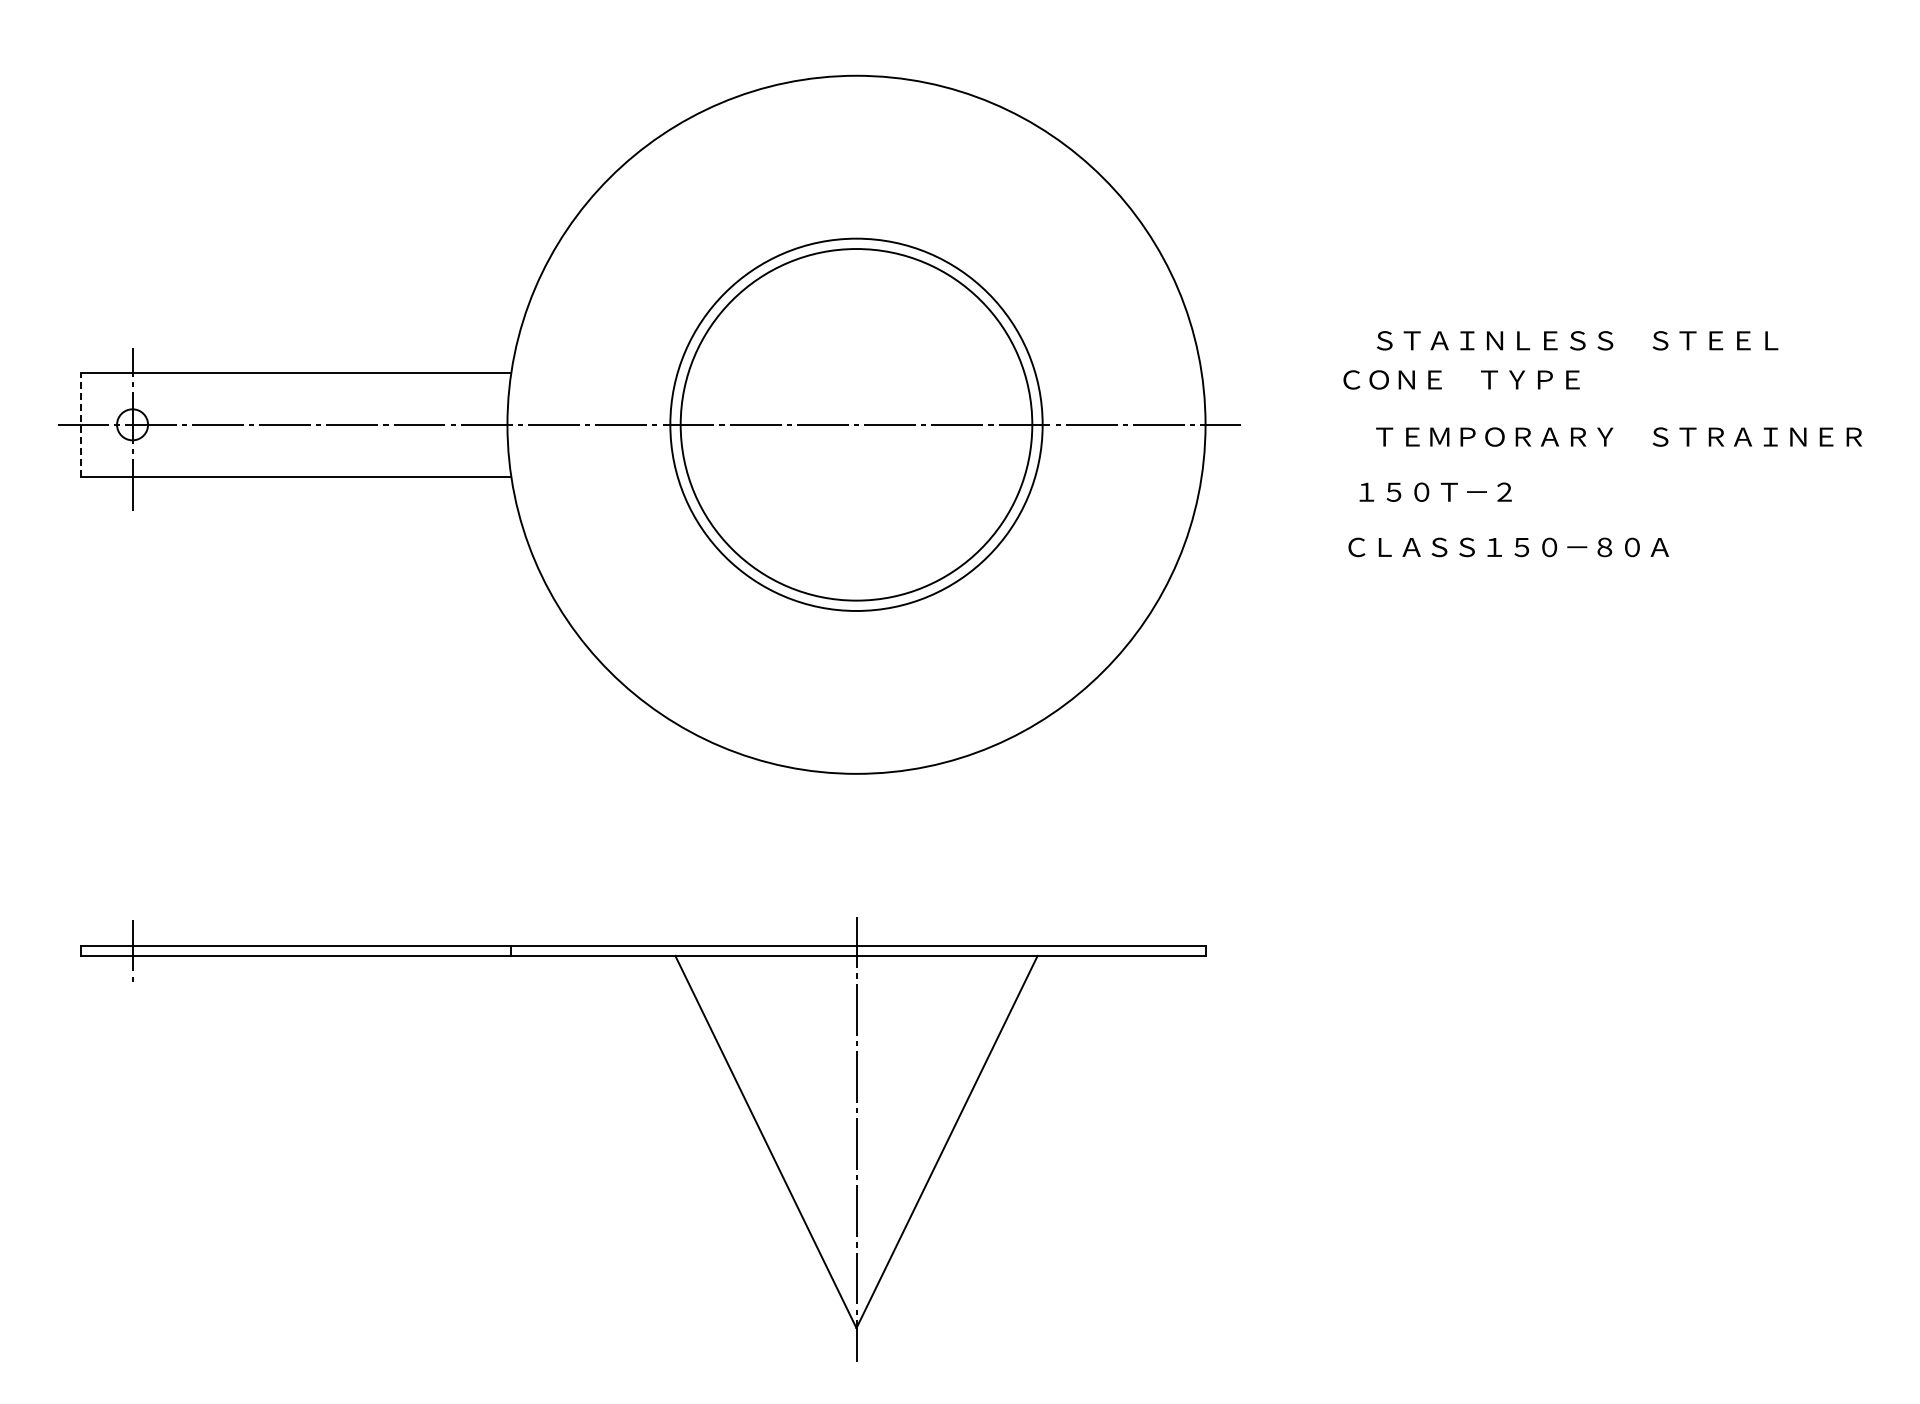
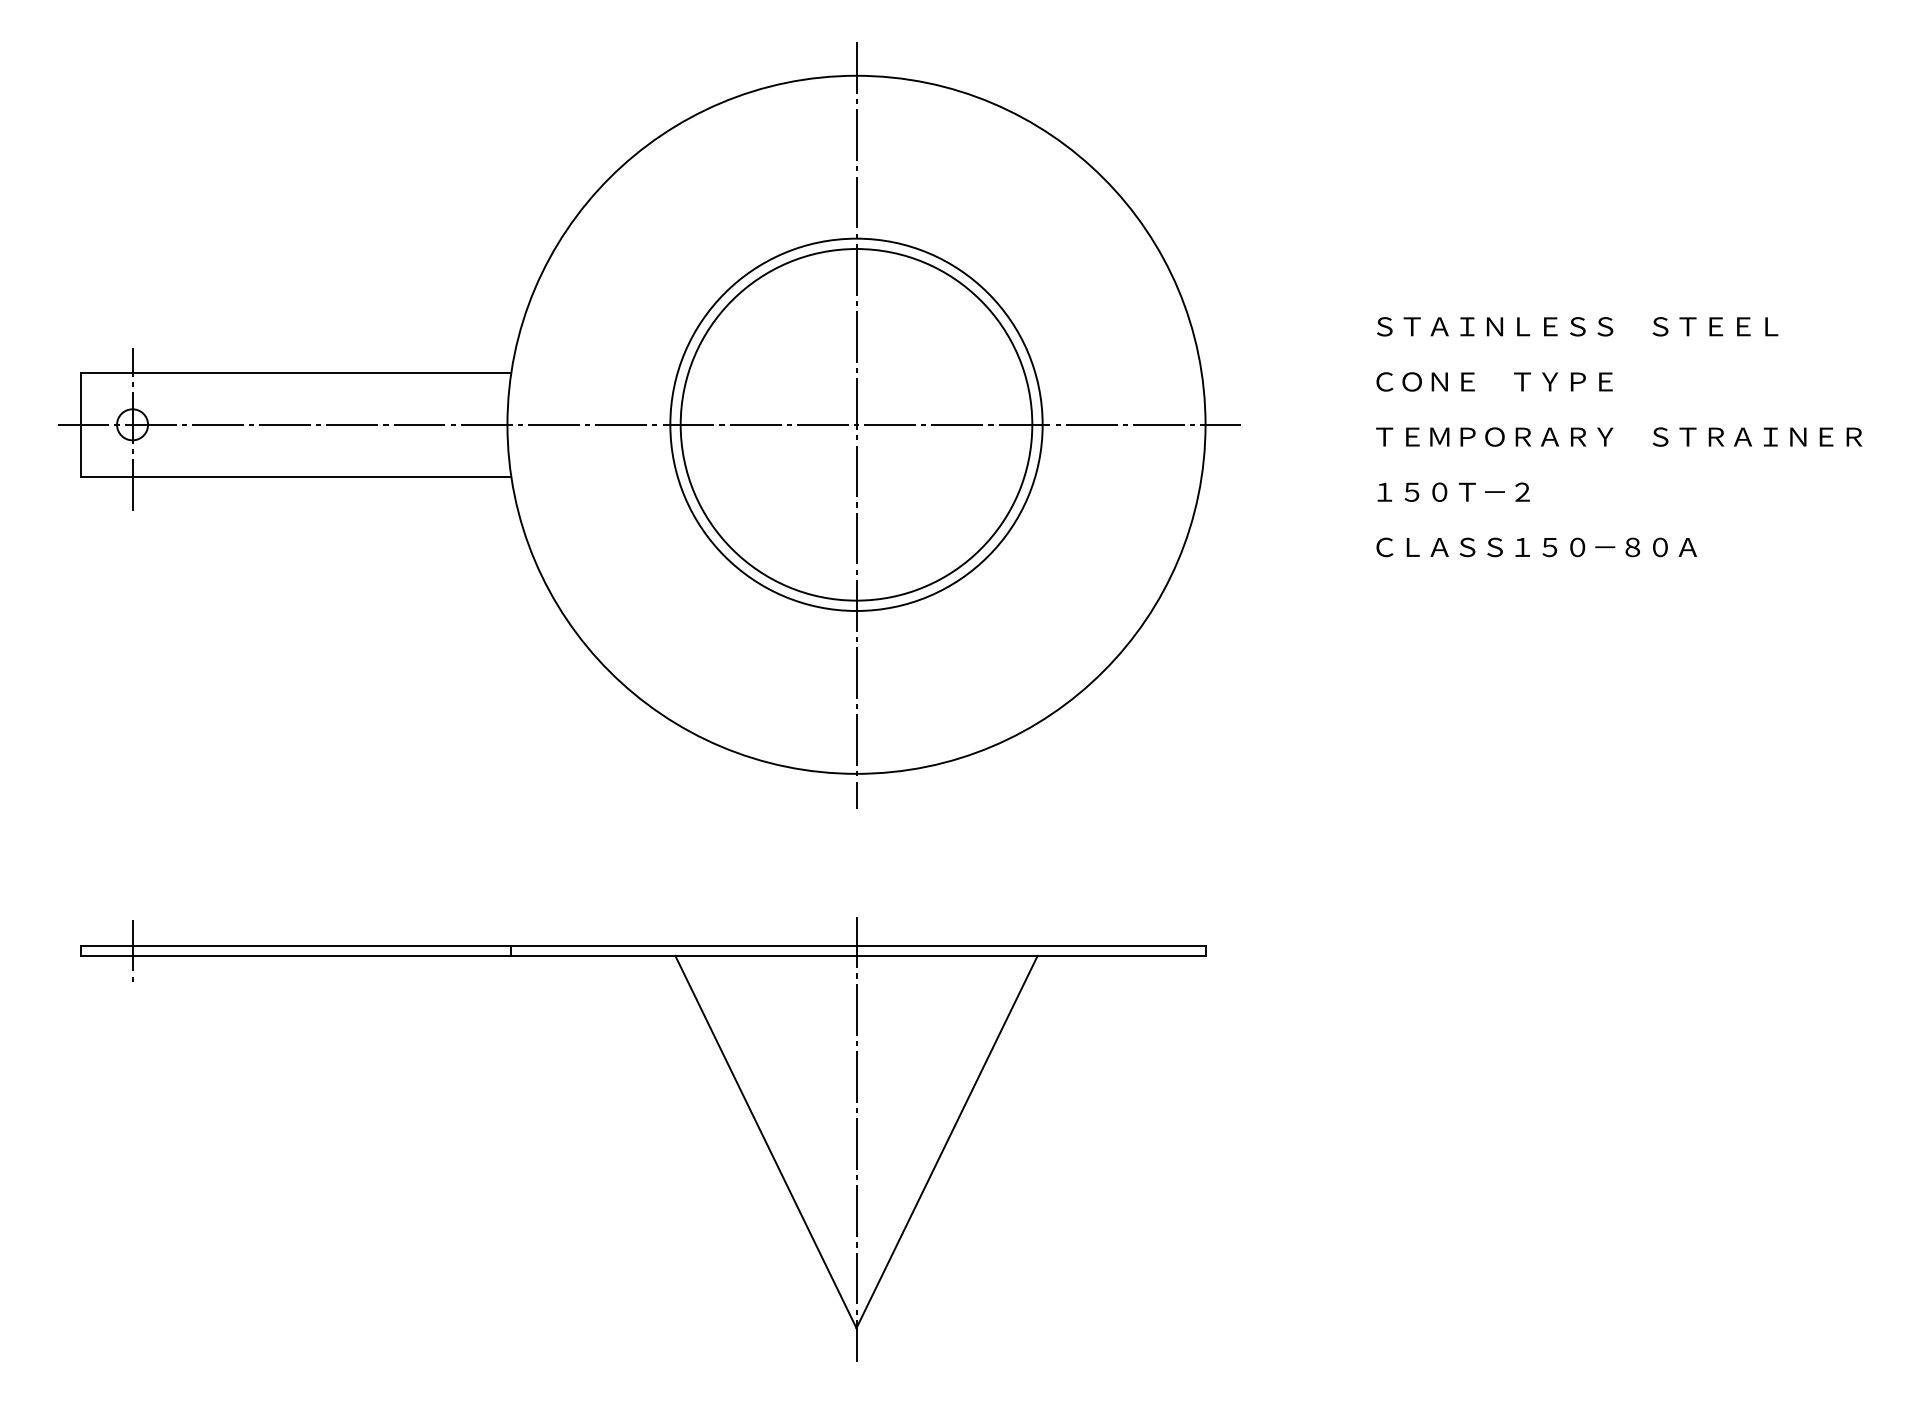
text at (1577, 340) position: (1577, 340) -> (1577, 326)
text at (1461, 379) position: (1461, 379) -> (1494, 381)
line at (80, 424): dashed -> solid
line at (856, 425): none -> present
text at (1435, 491) position: (1435, 491) -> (1453, 491)
text at (1508, 547) position: (1508, 547) -> (1536, 547)
